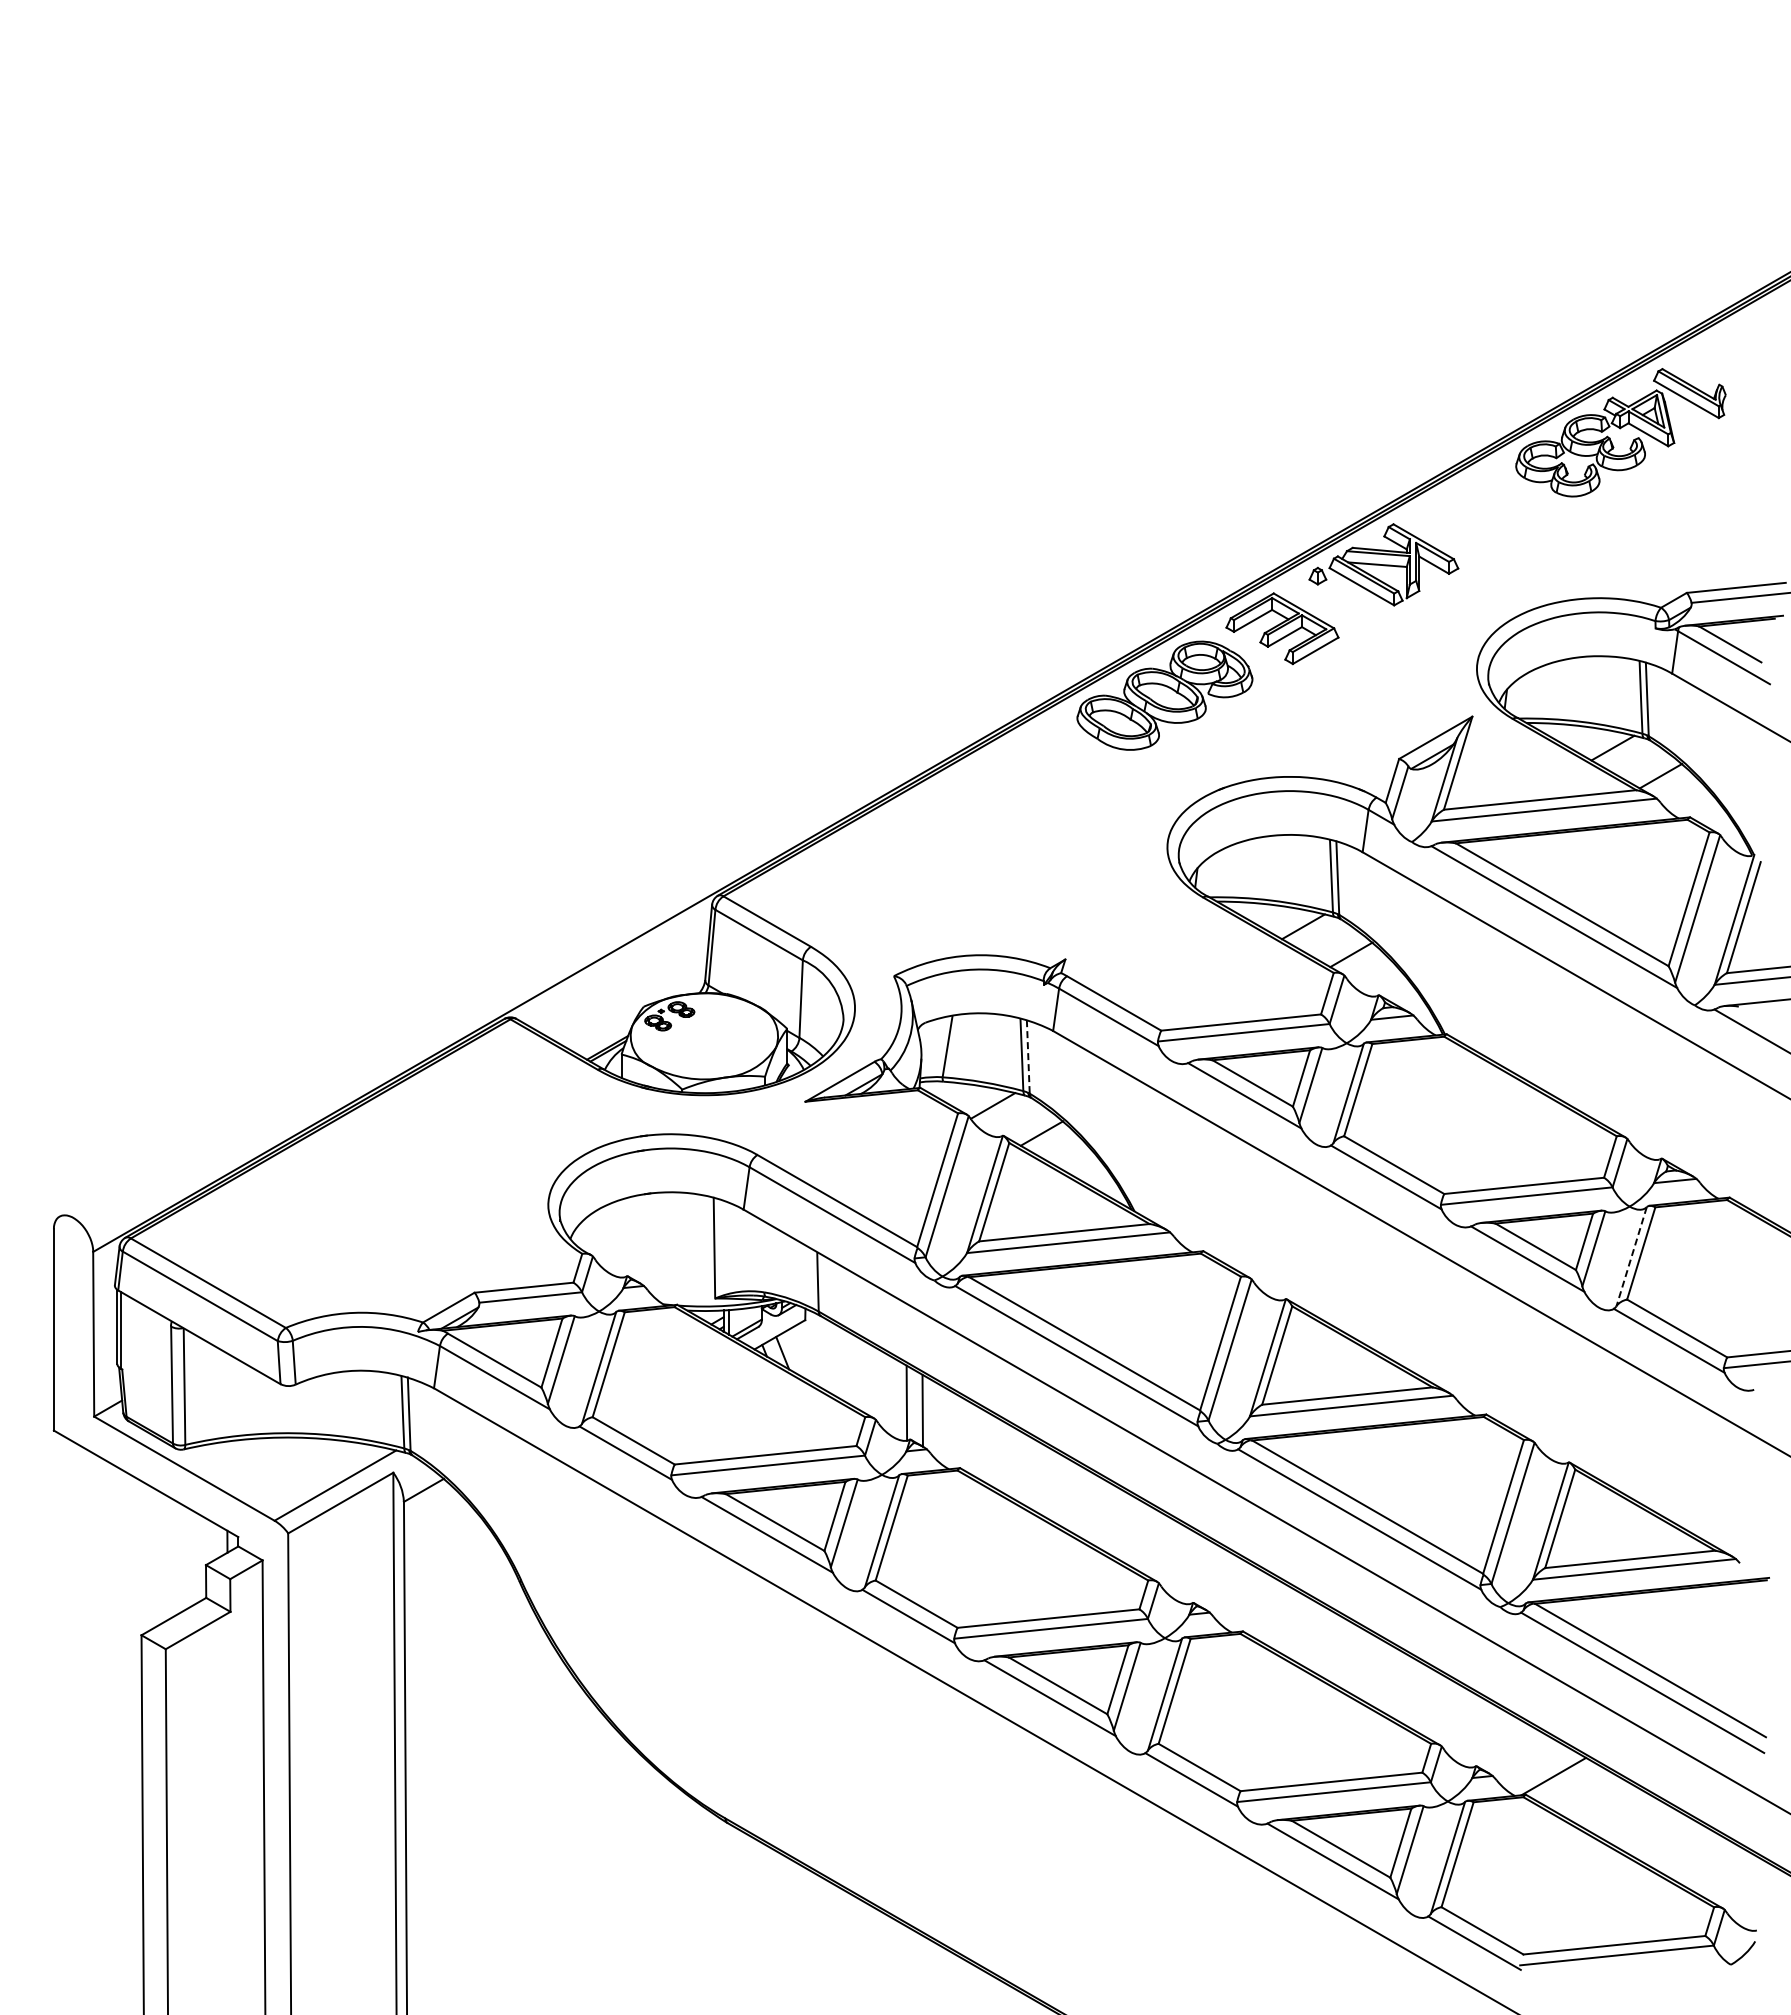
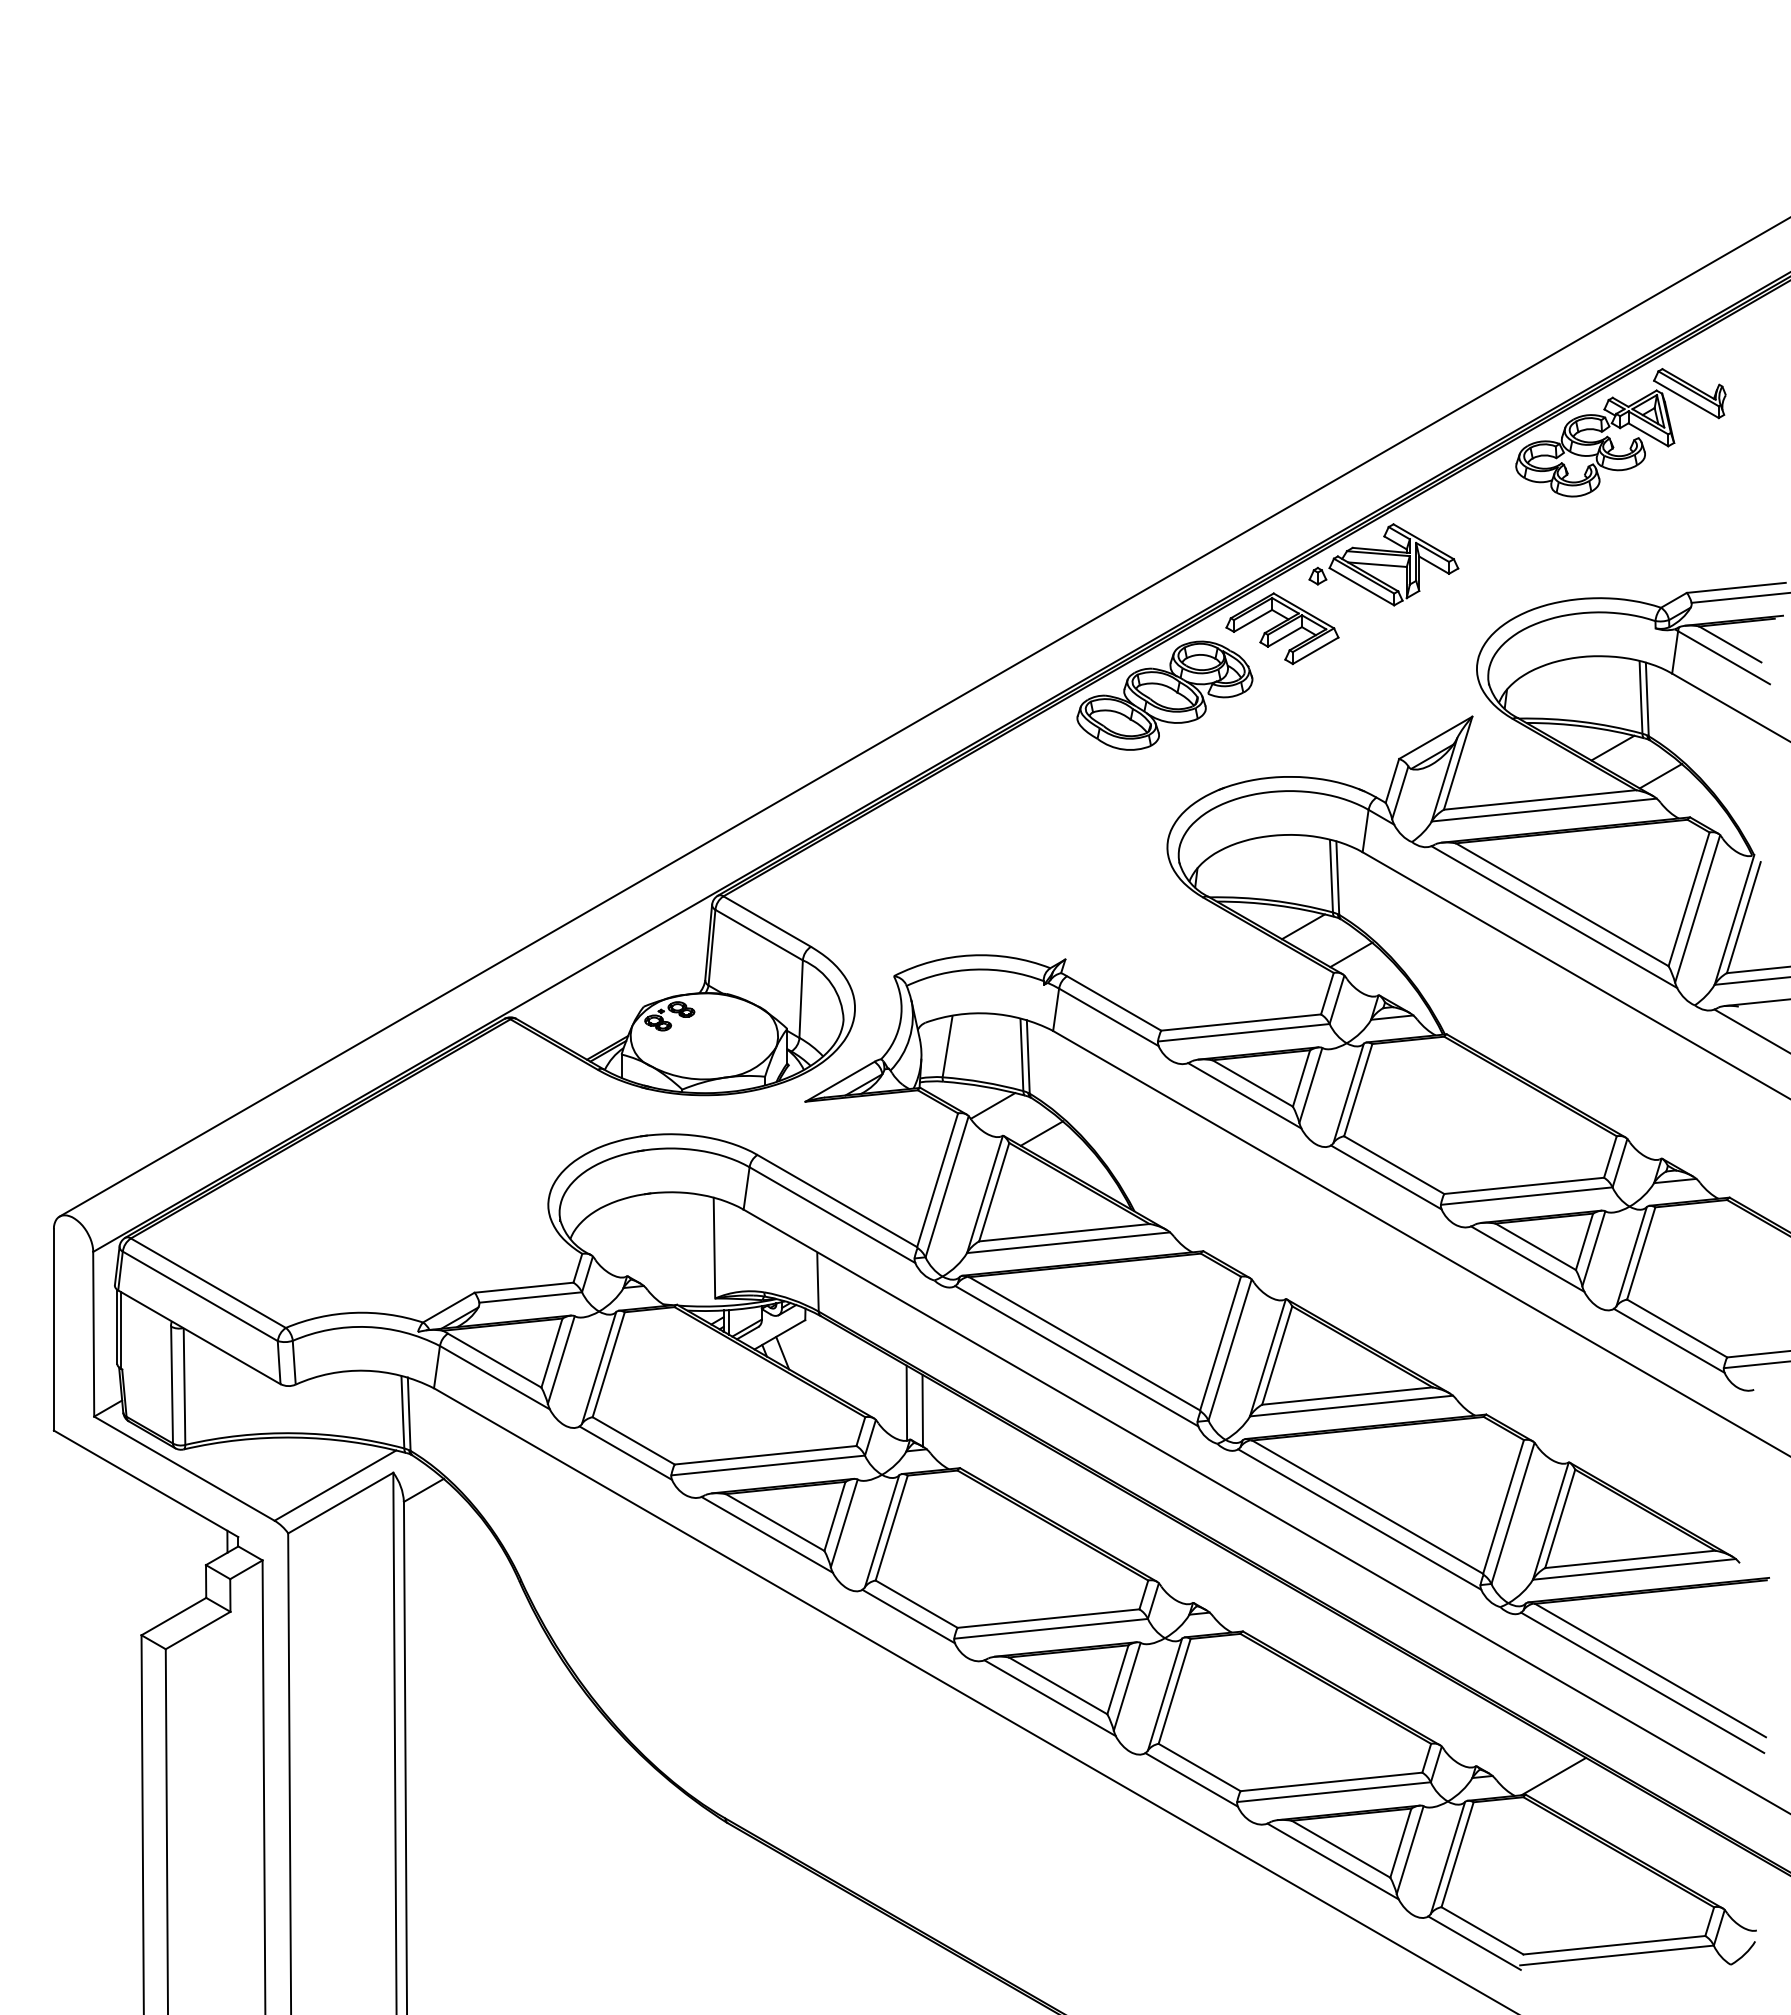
line at (923, 717): none -> present
line at (1028, 1056): dashed -> solid
line at (1631, 1256): dashed -> solid
